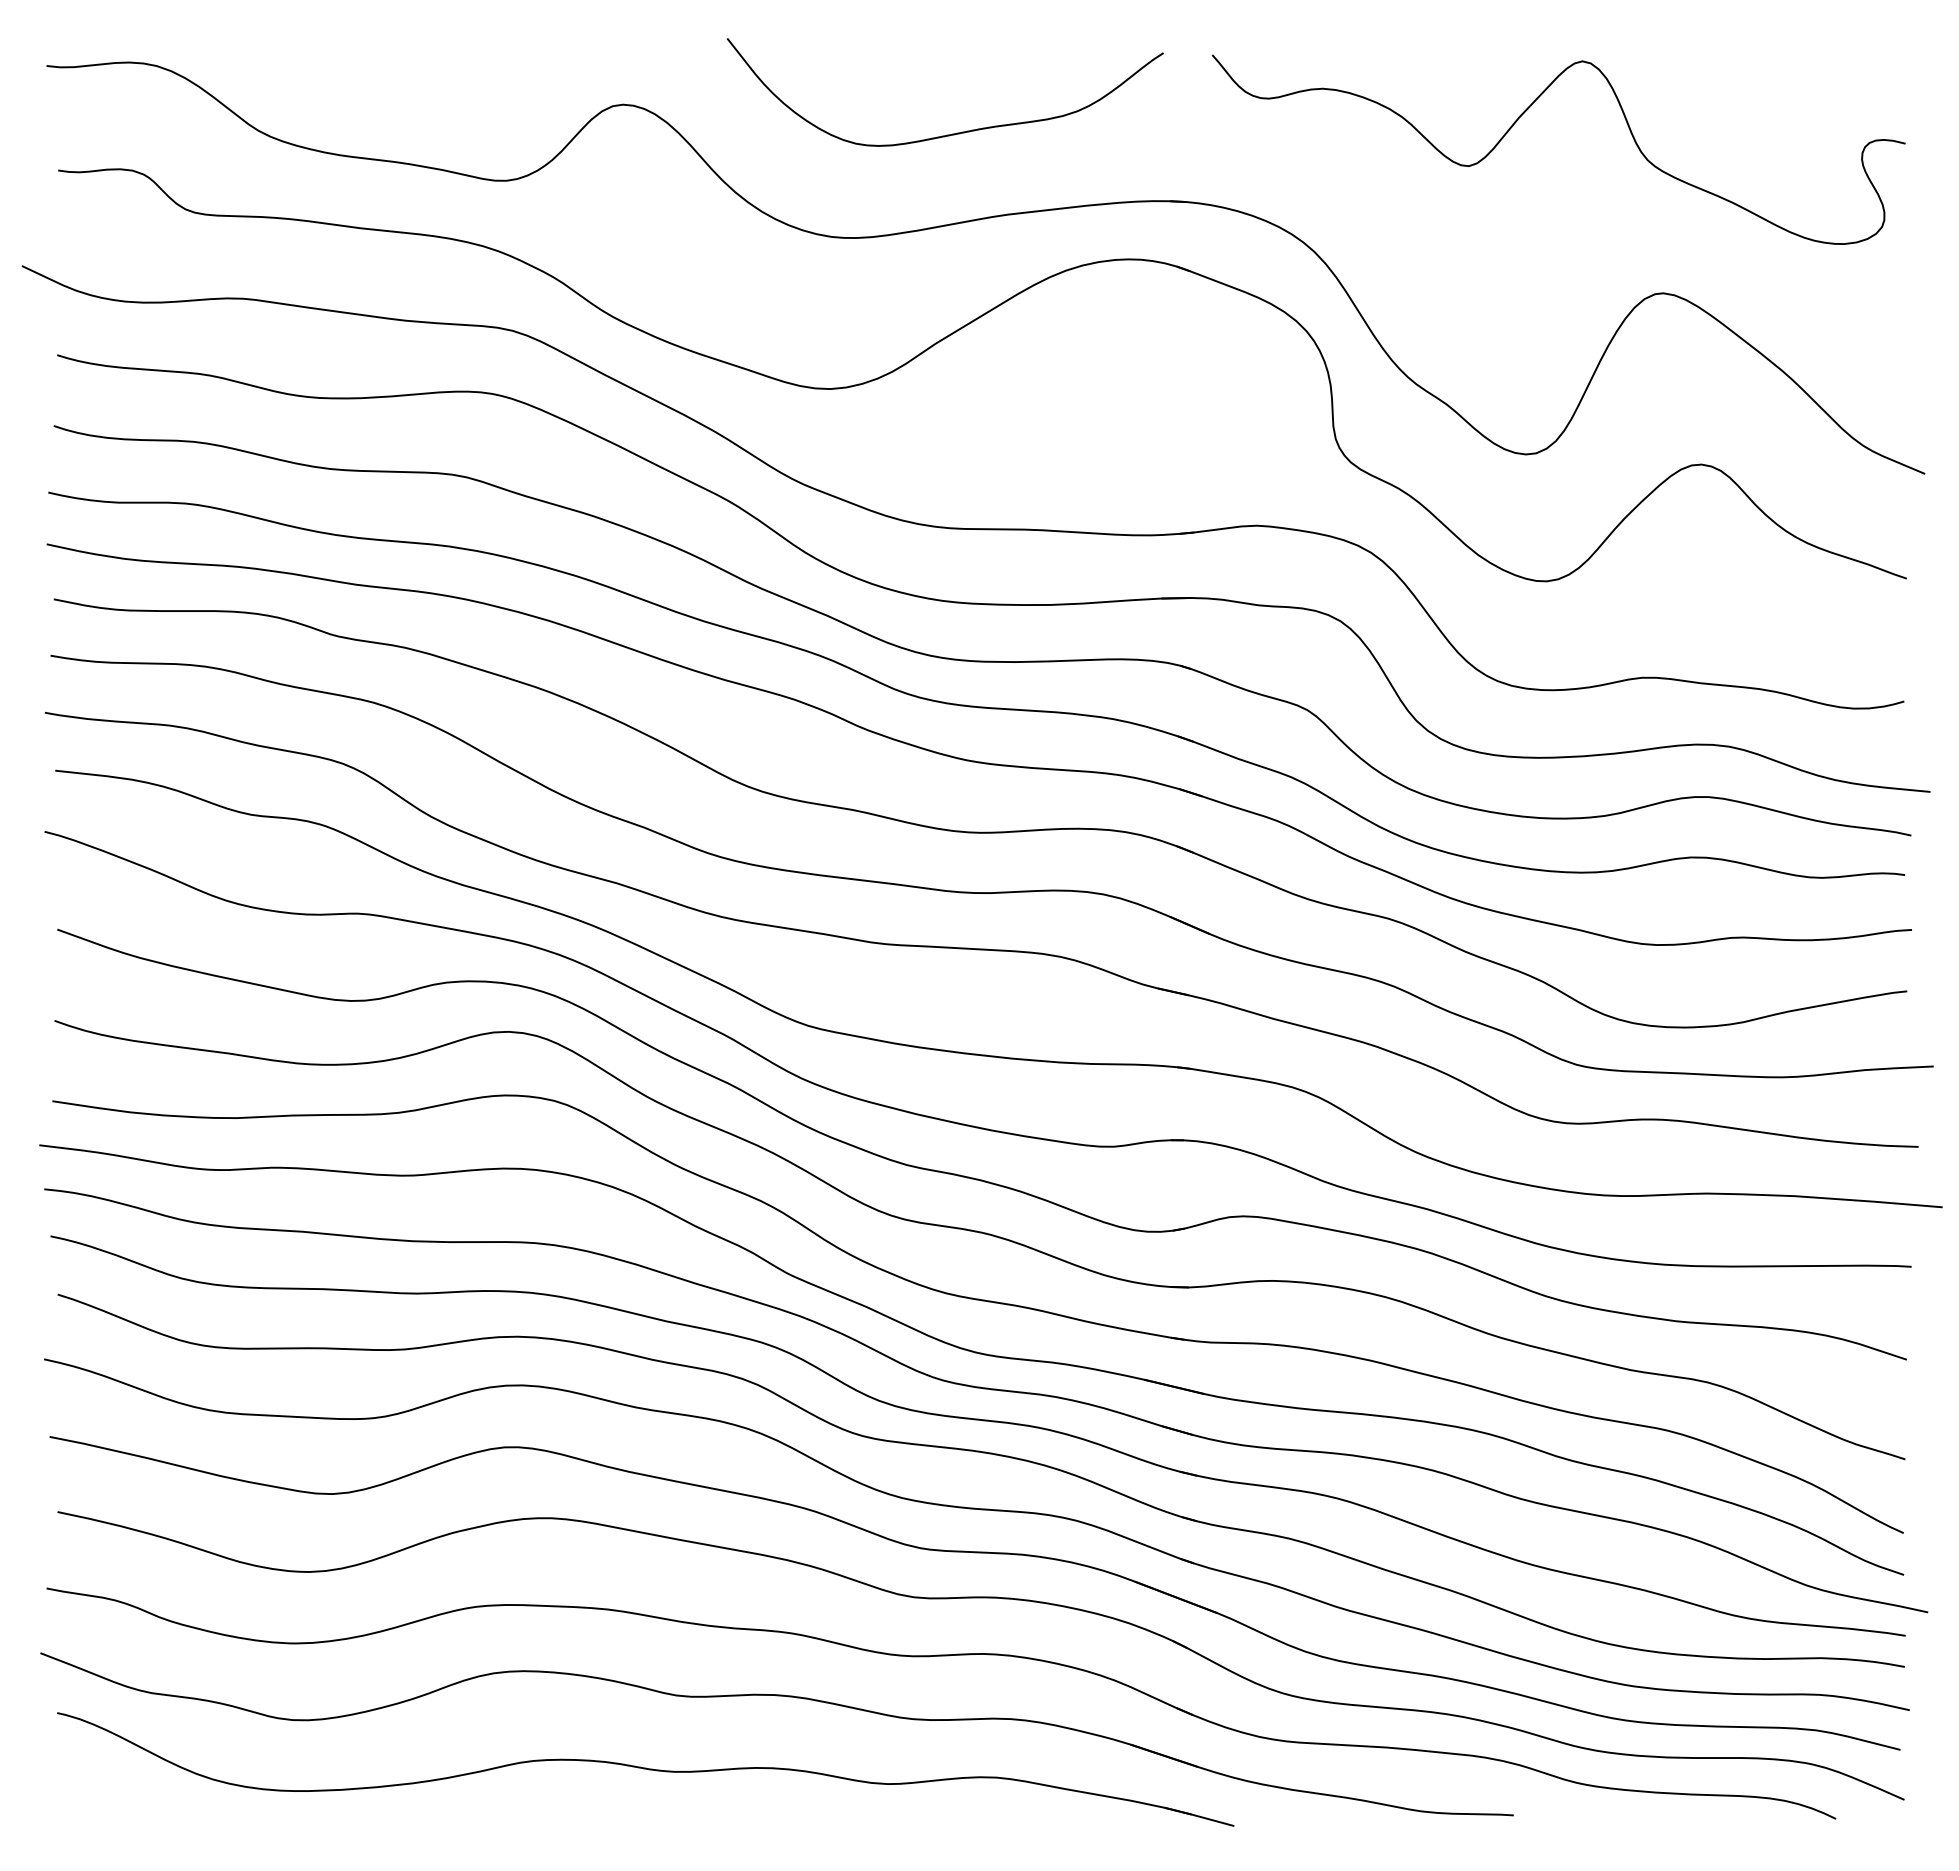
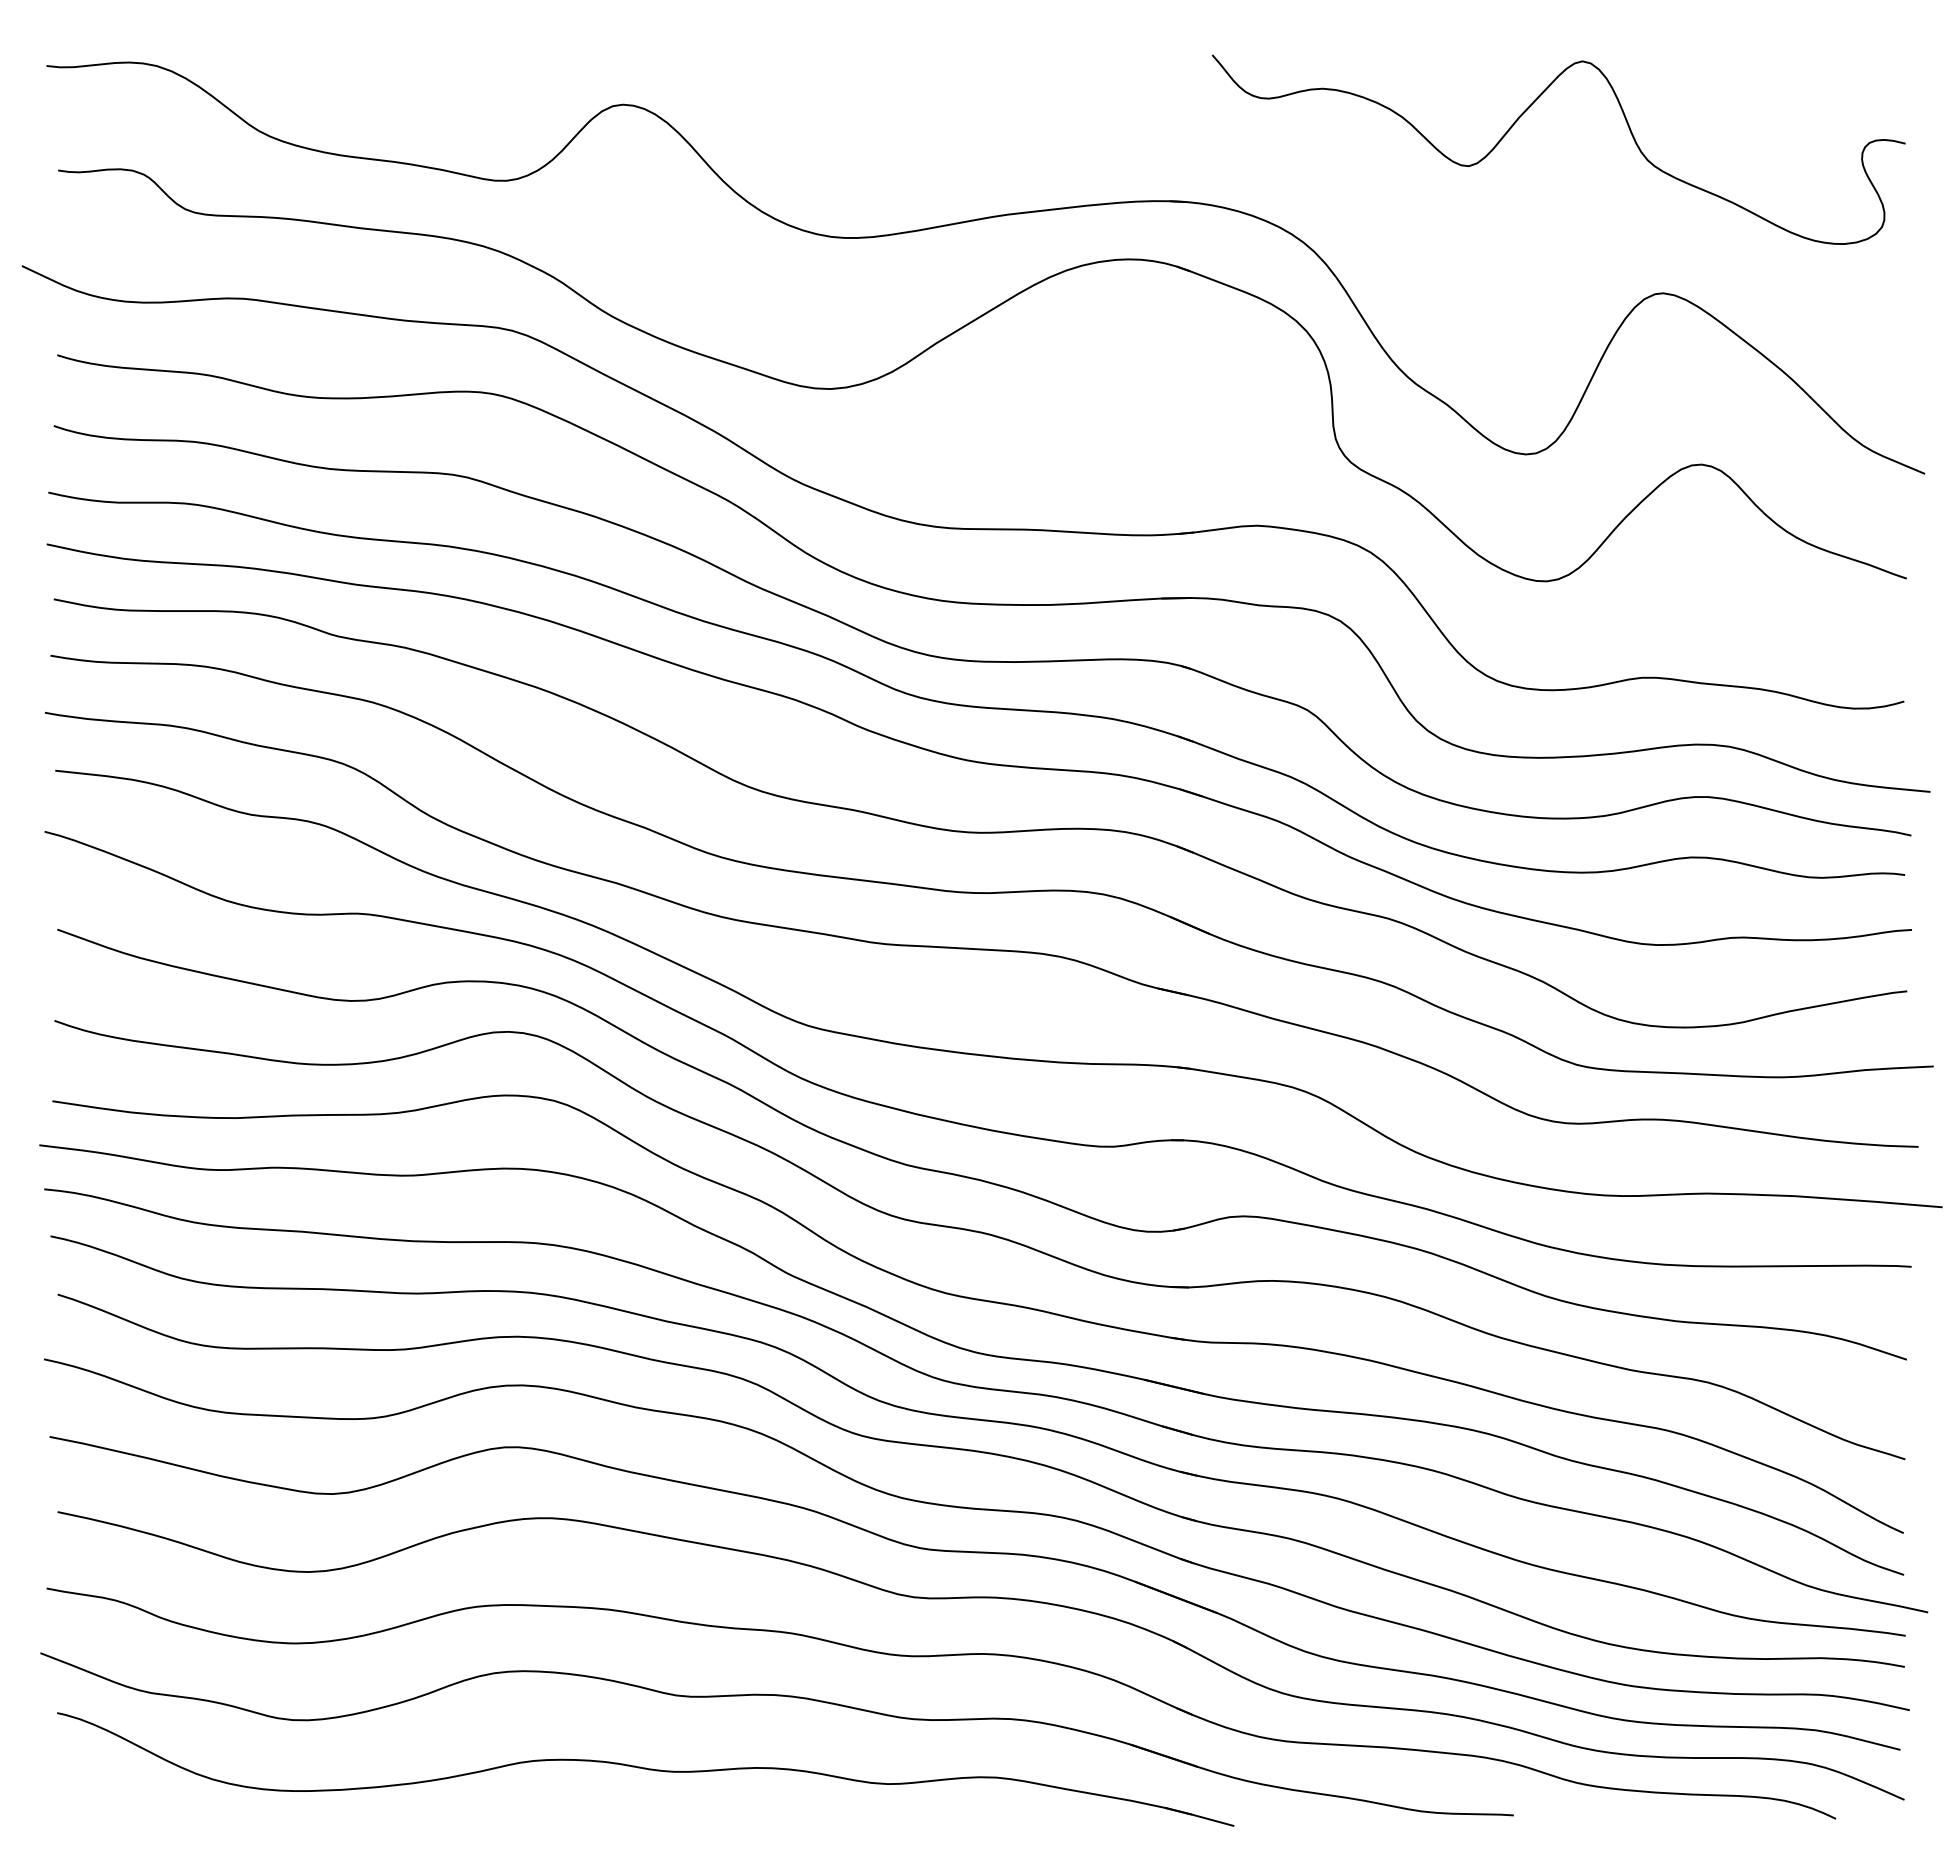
curve at (952, 133): present -> none
